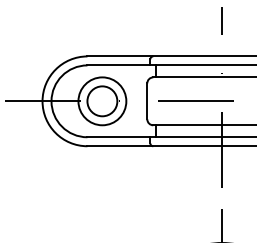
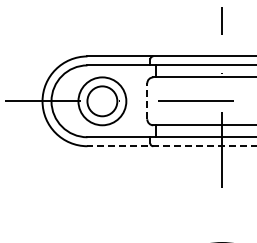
line at (147, 101): solid -> dashed
line at (171, 146): solid -> dashed
line at (222, 223): present -> none
